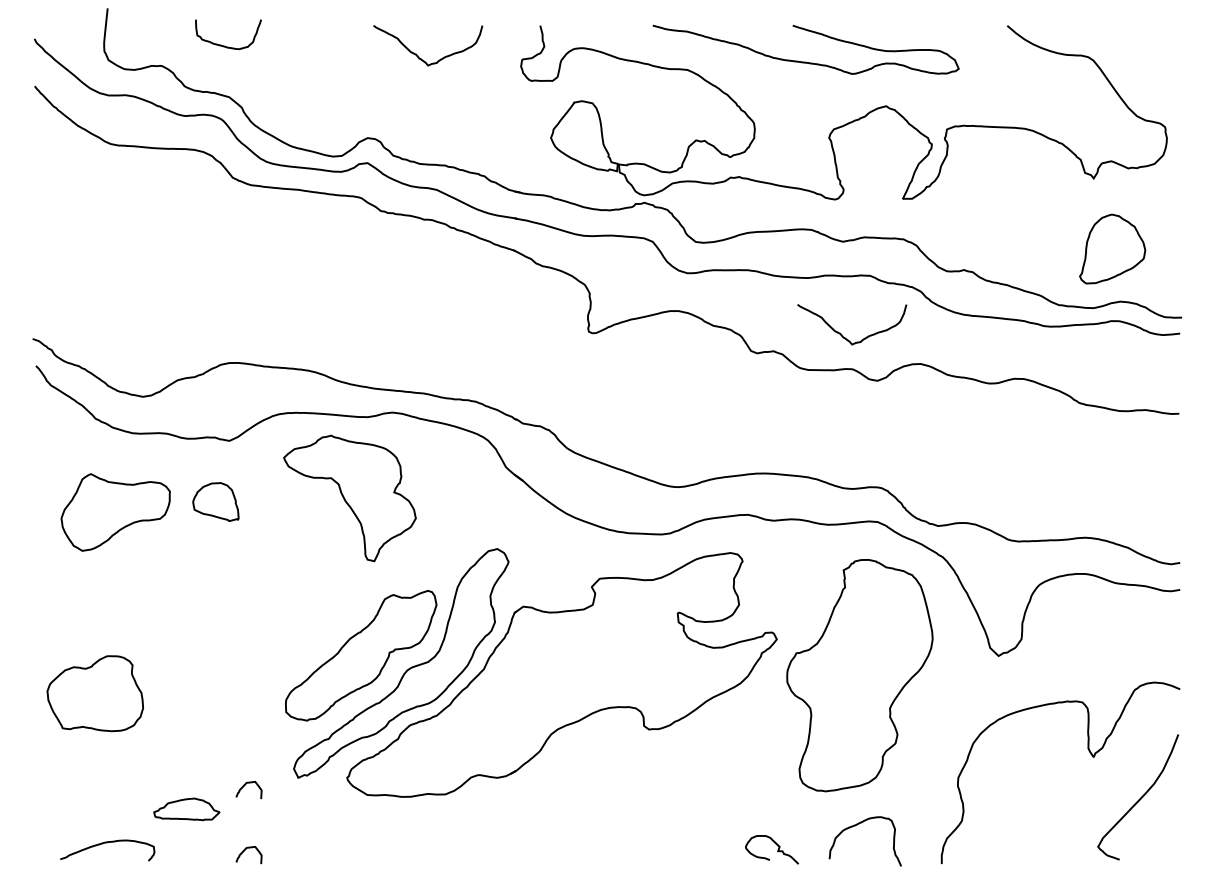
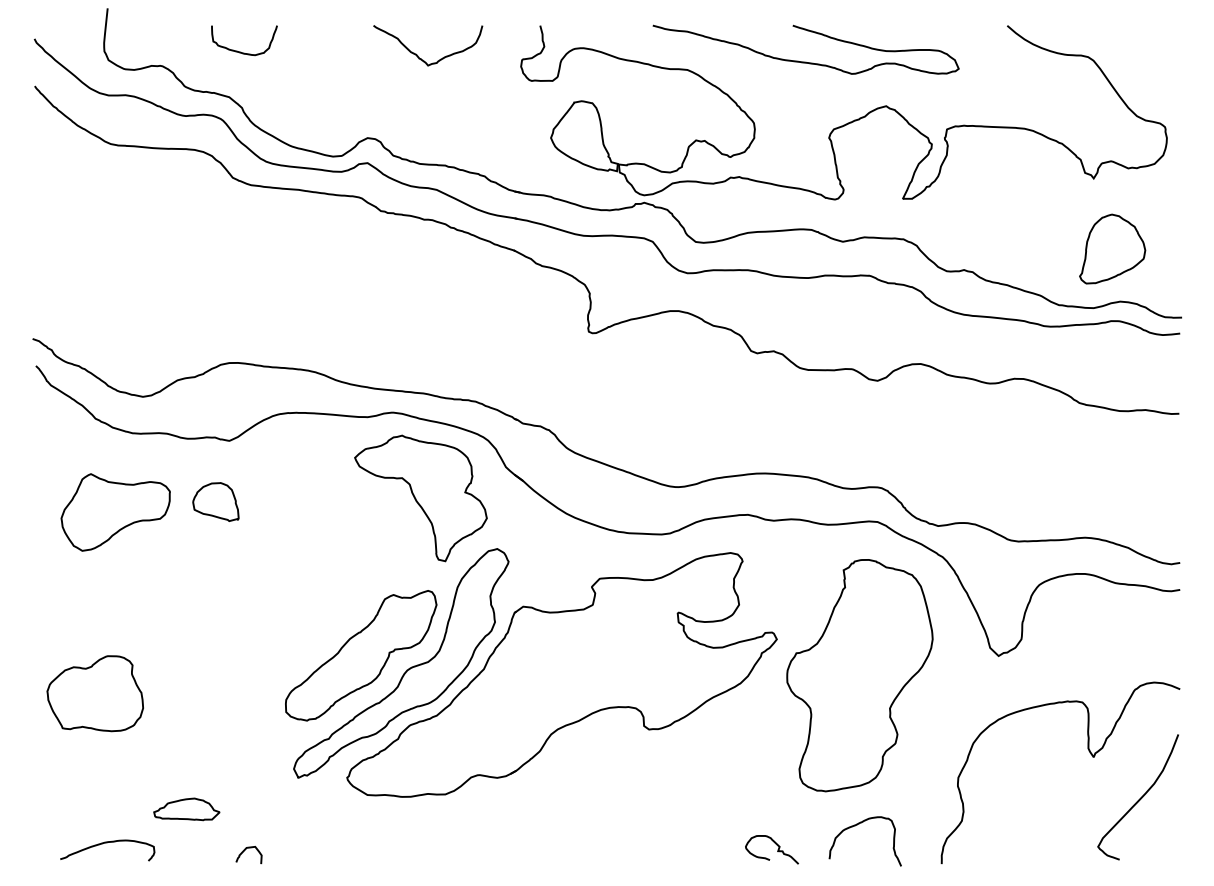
curve at (224, 45) position: (224, 45) -> (240, 51)
curve at (842, 334): present -> none
part at (349, 498) position: (349, 498) -> (420, 498)
curve at (244, 786): present -> none
